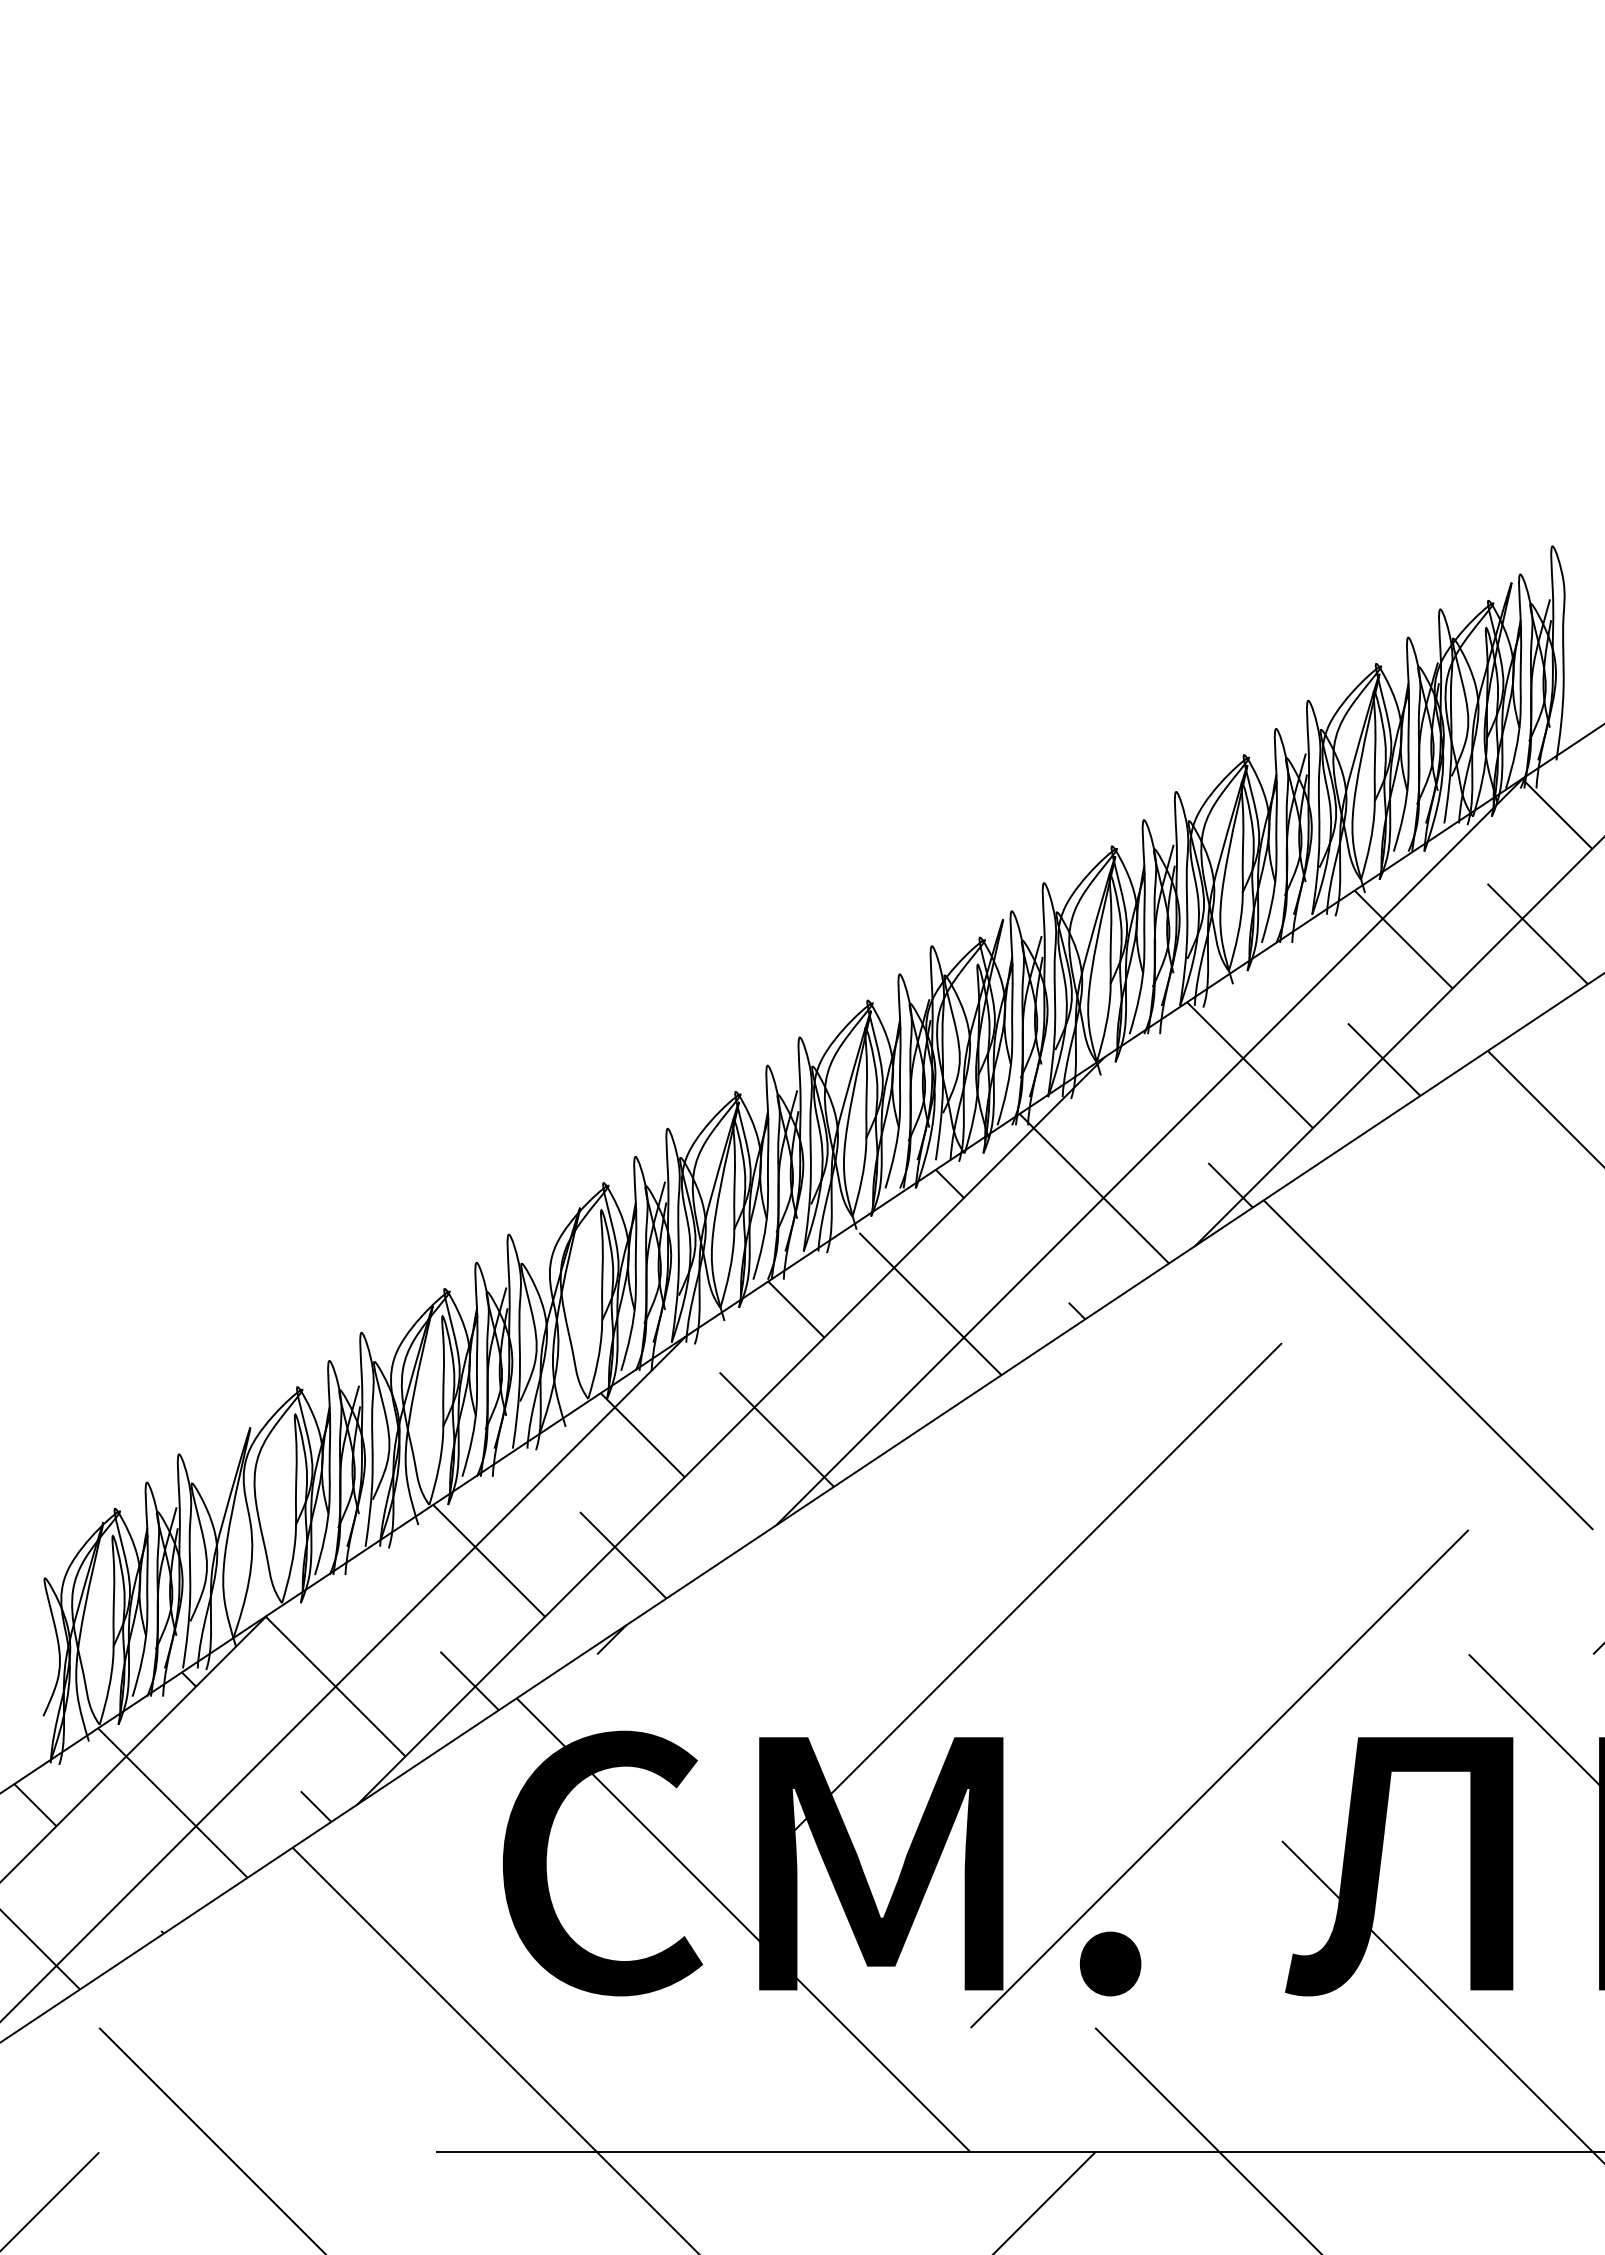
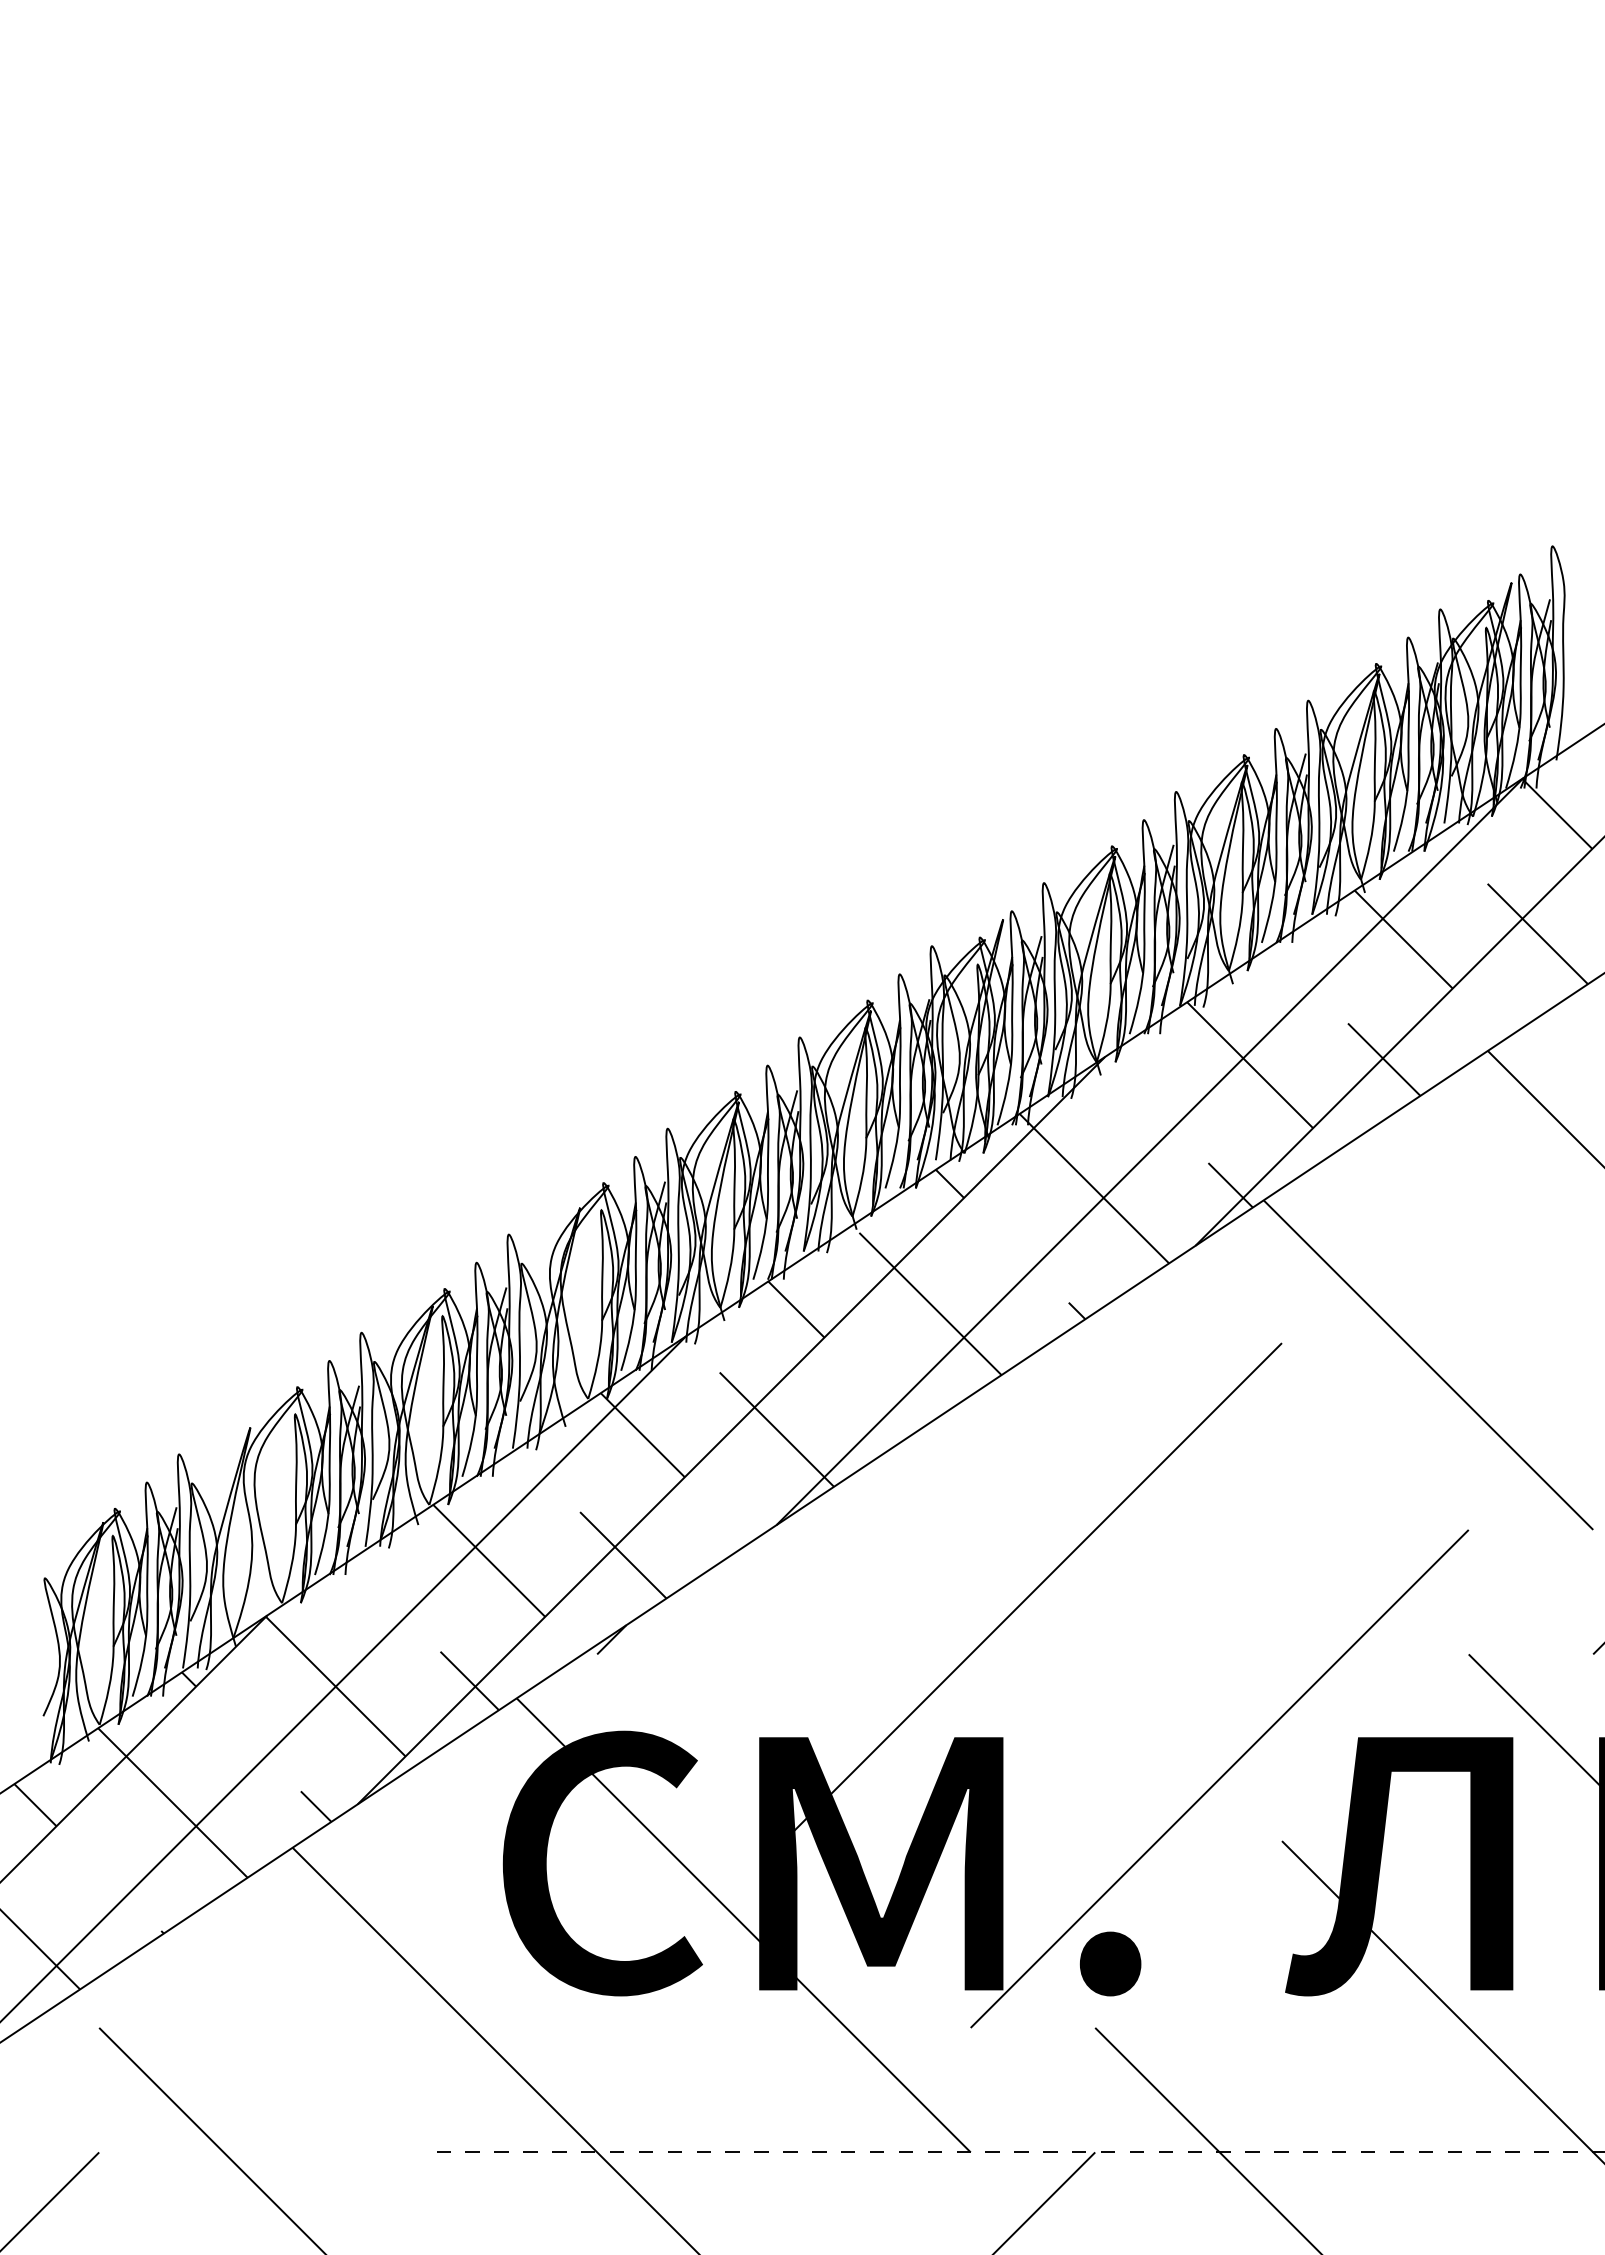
line at (1020, 2151): solid -> dashed
